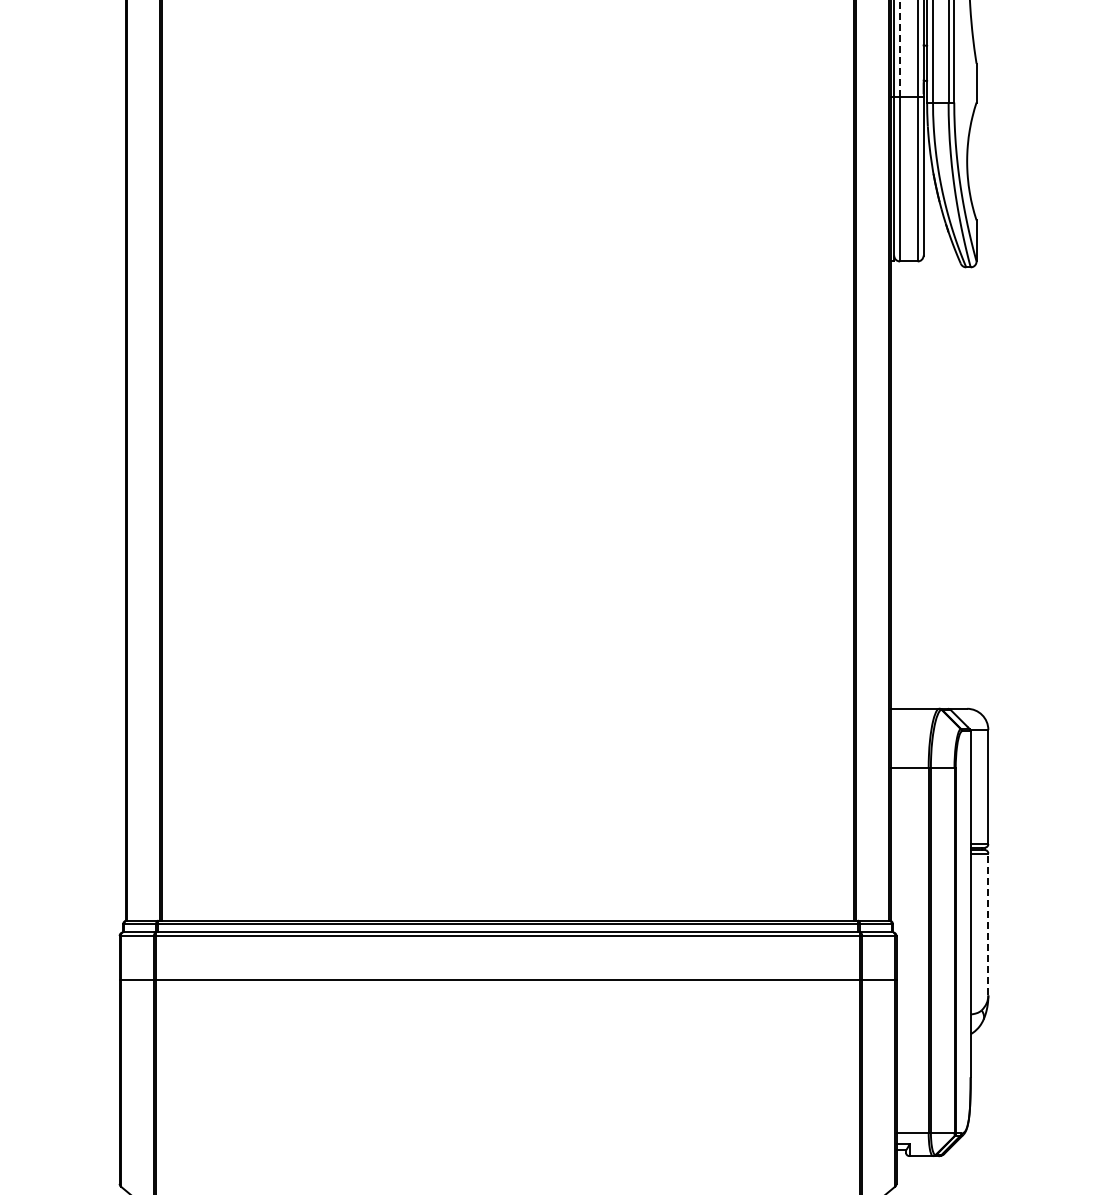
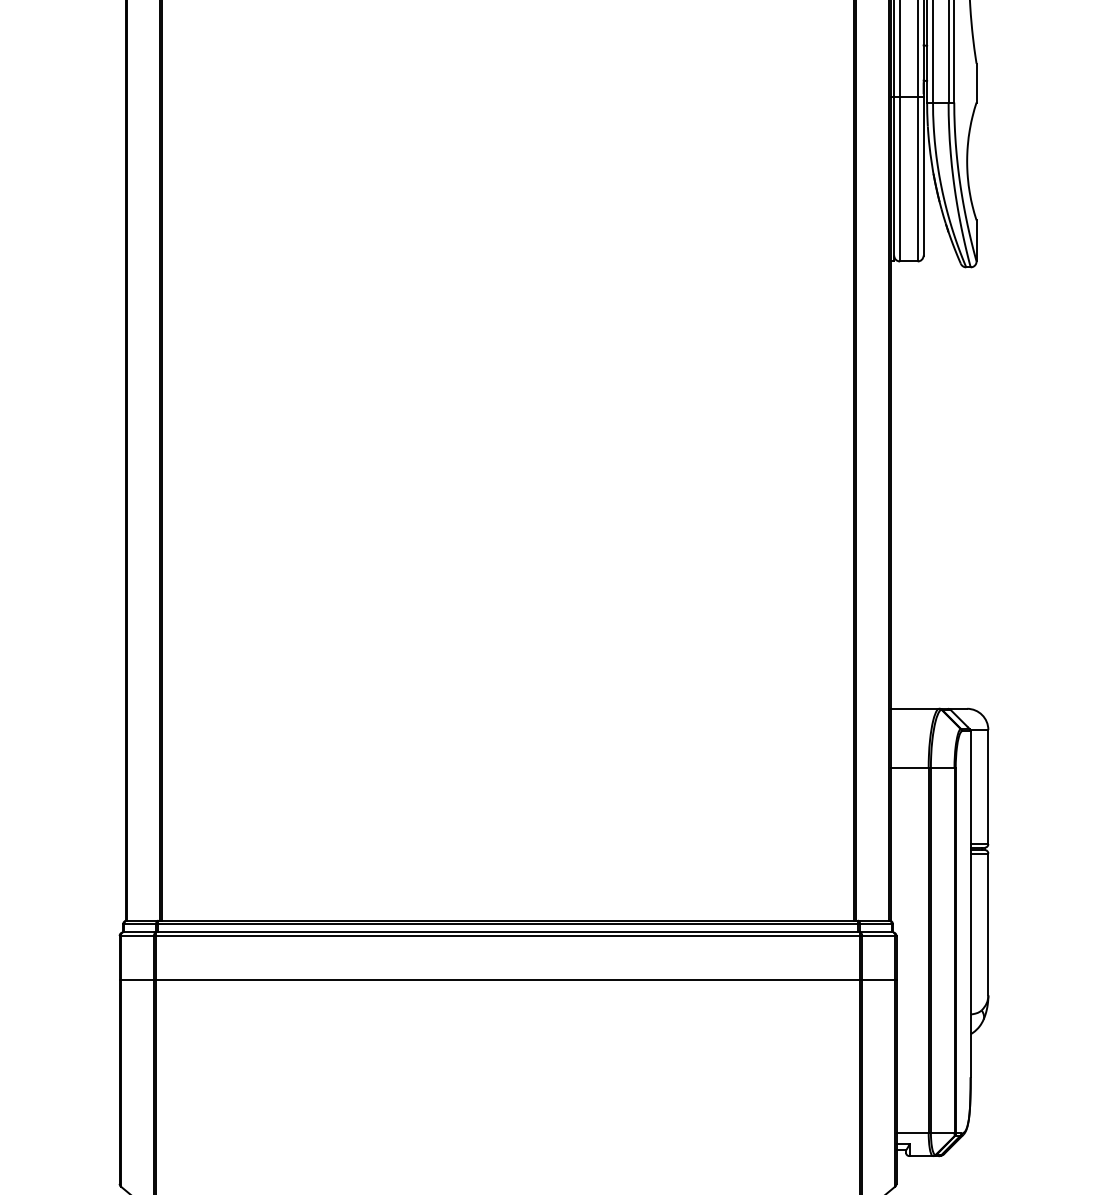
line at (900, 48): dashed -> solid
line at (988, 924): dashed -> solid
